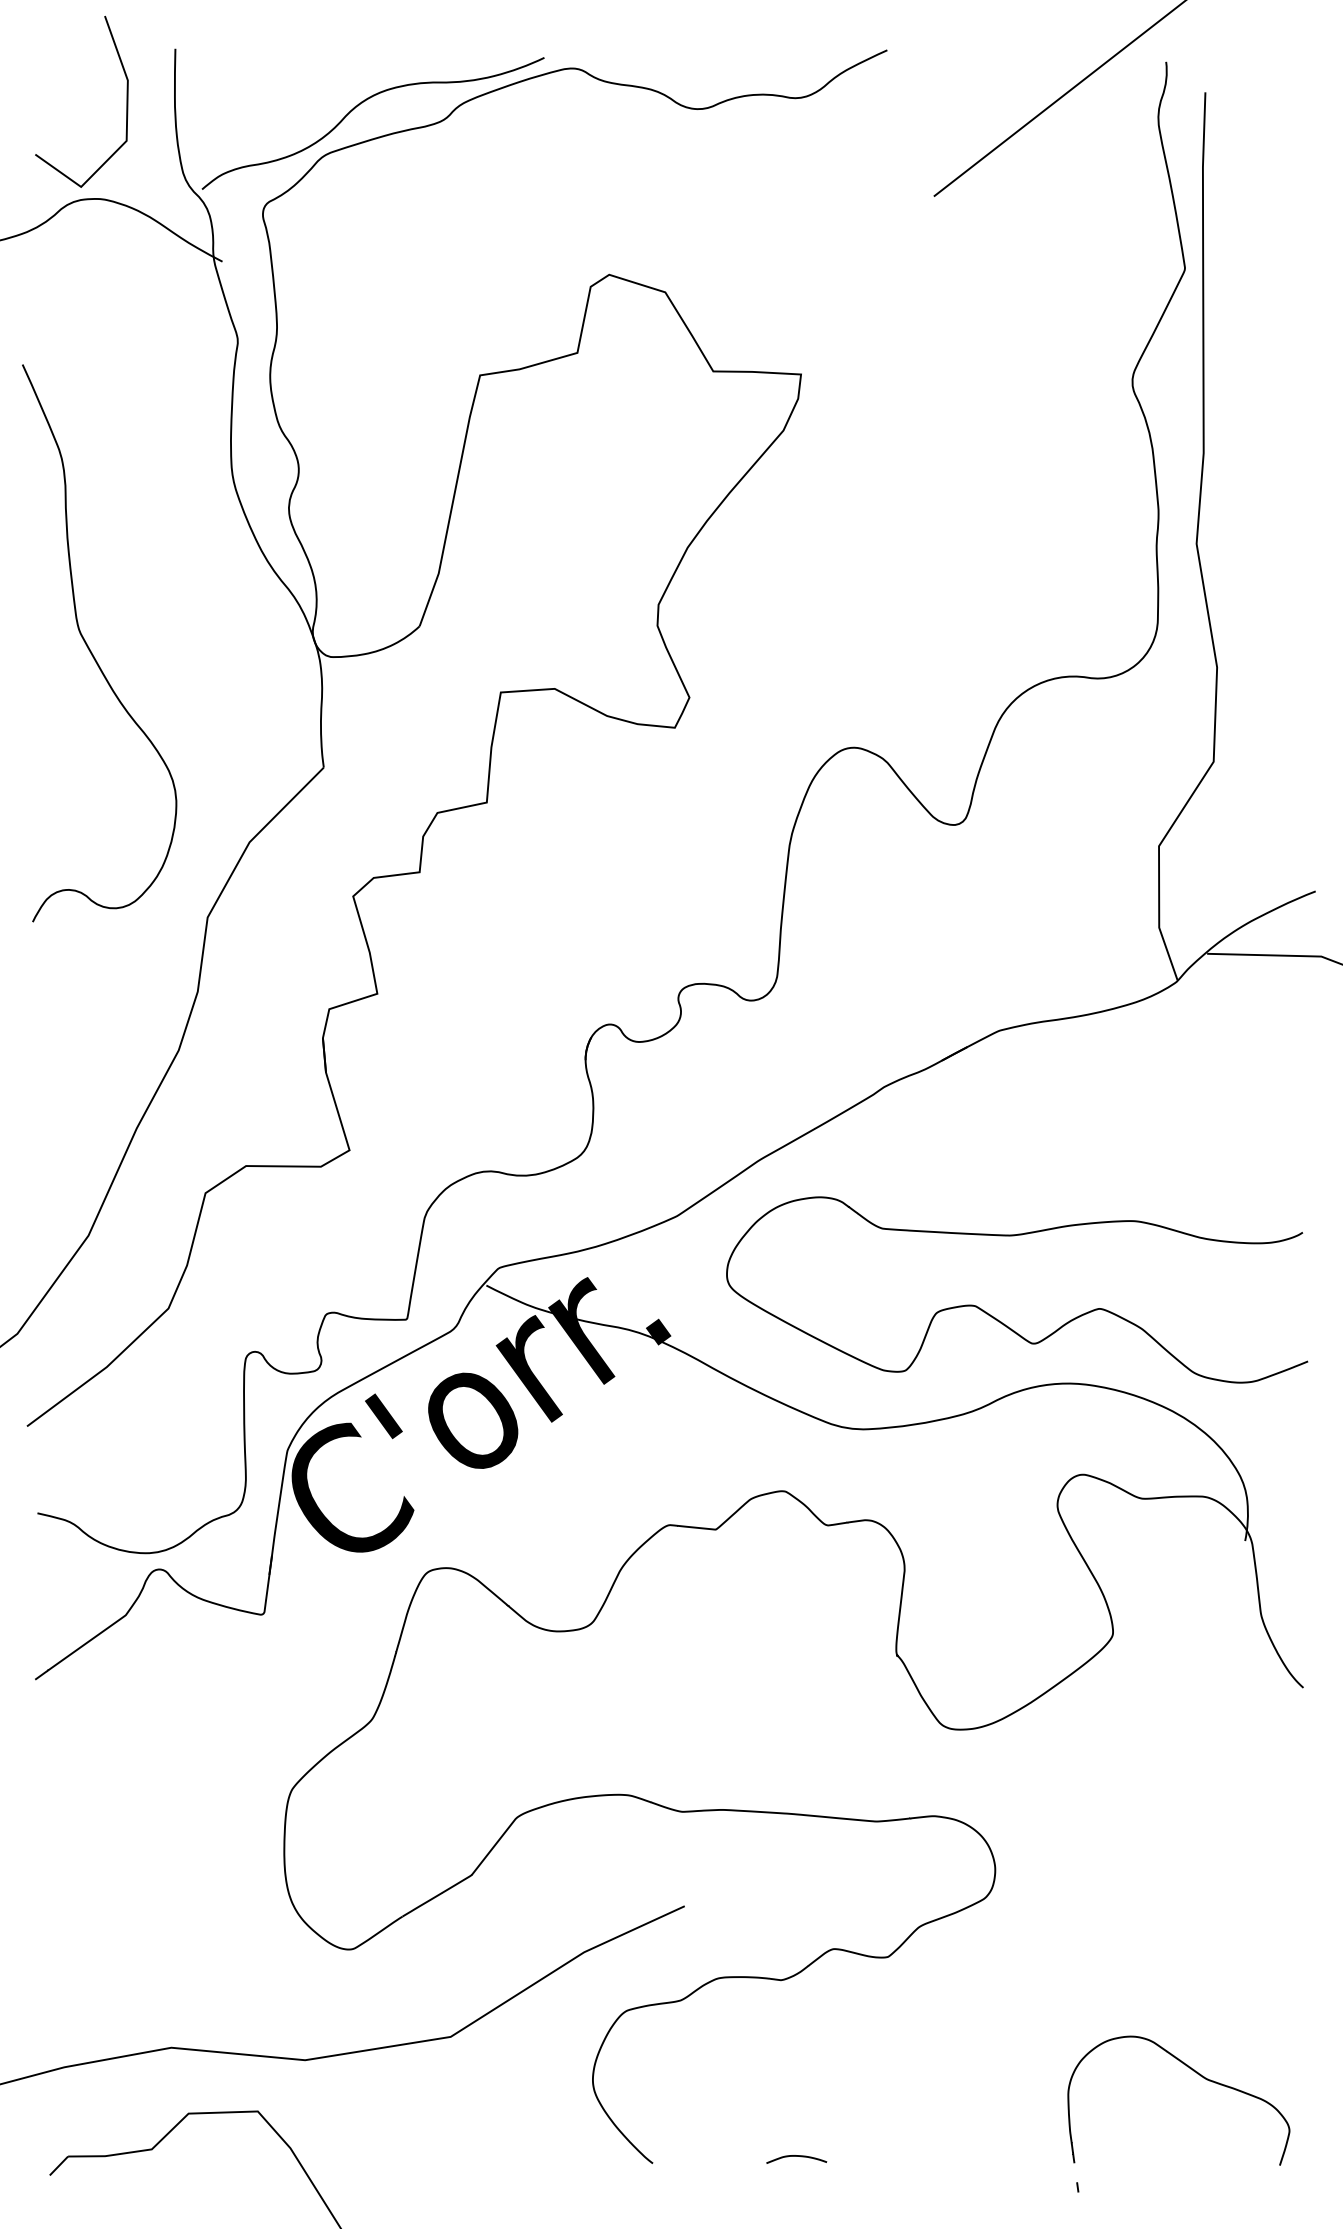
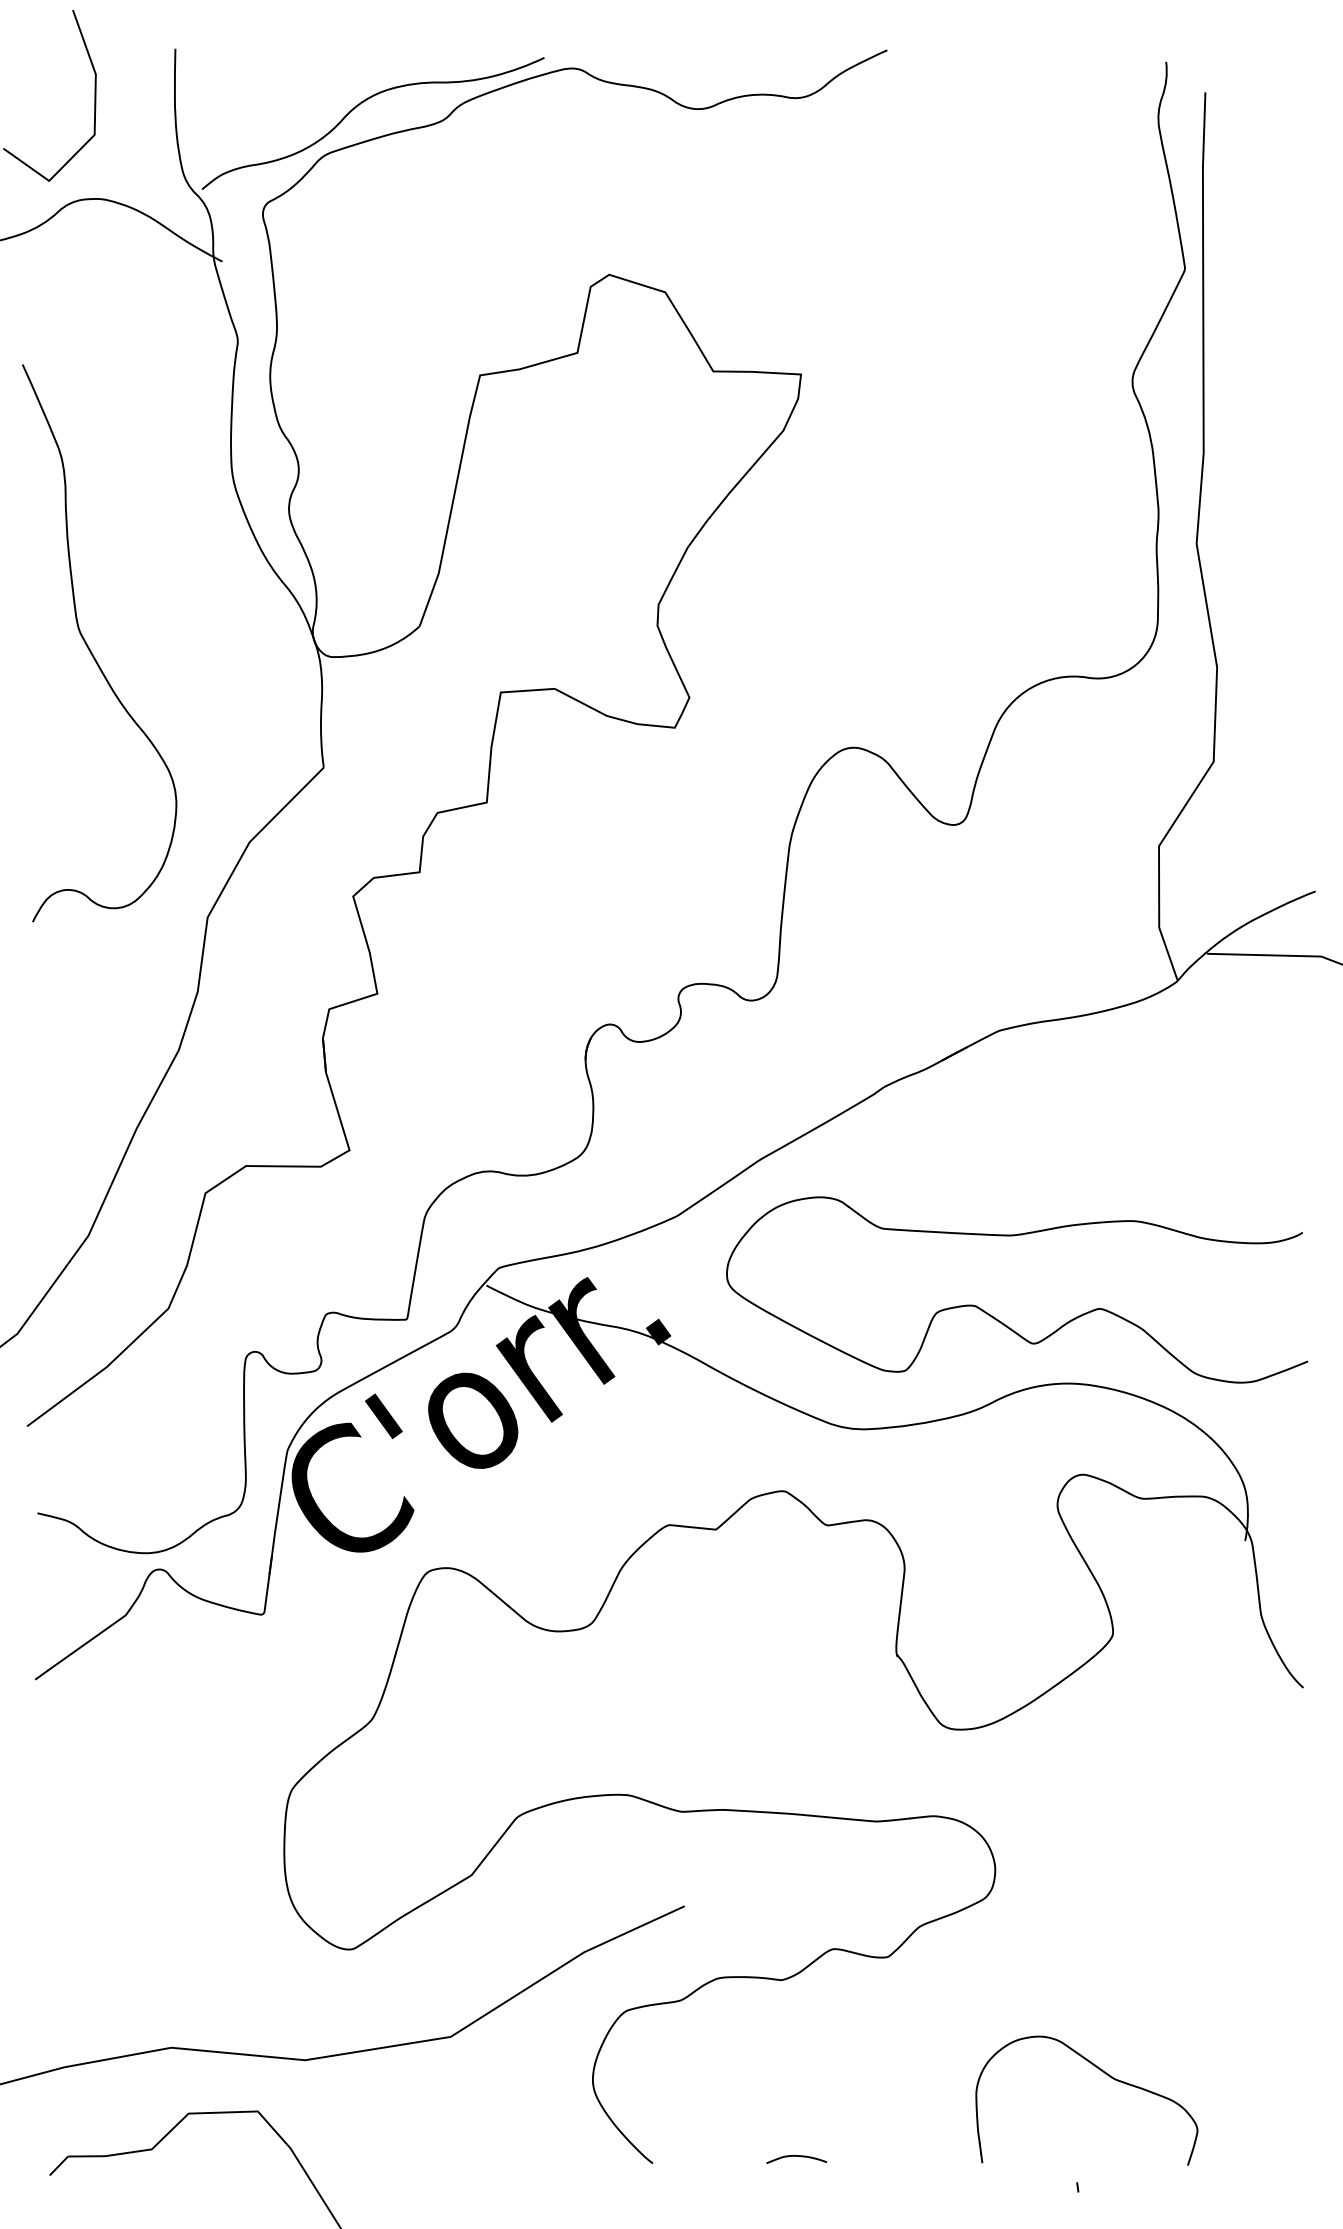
line at (1058, 98): present -> none
line at (126, 101) position: (126, 101) -> (94, 95)
curve at (1197, 2074) position: (1197, 2074) -> (1105, 2074)
